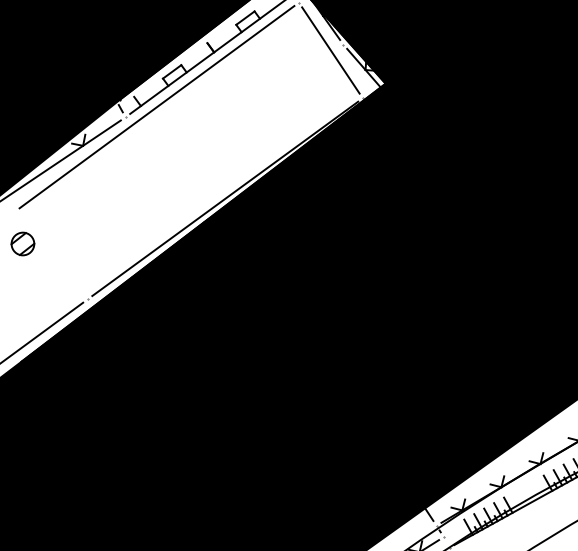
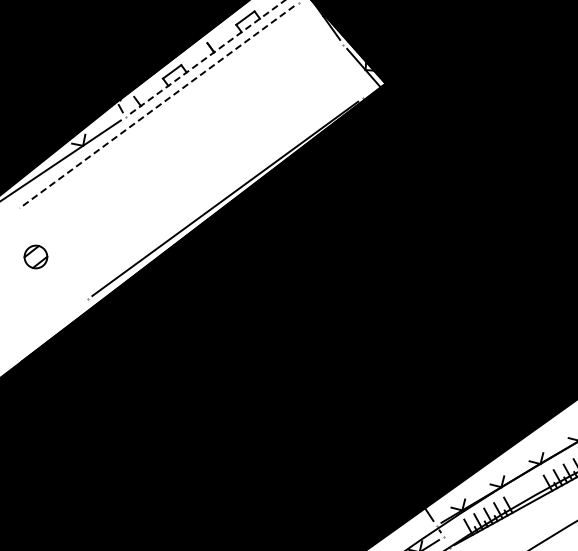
line at (330, 50): present -> none
line at (208, 56): solid -> dashed
line at (156, 107): solid -> dashed
part at (22, 243) position: (22, 243) -> (35, 256)
line at (42, 331): present -> none
